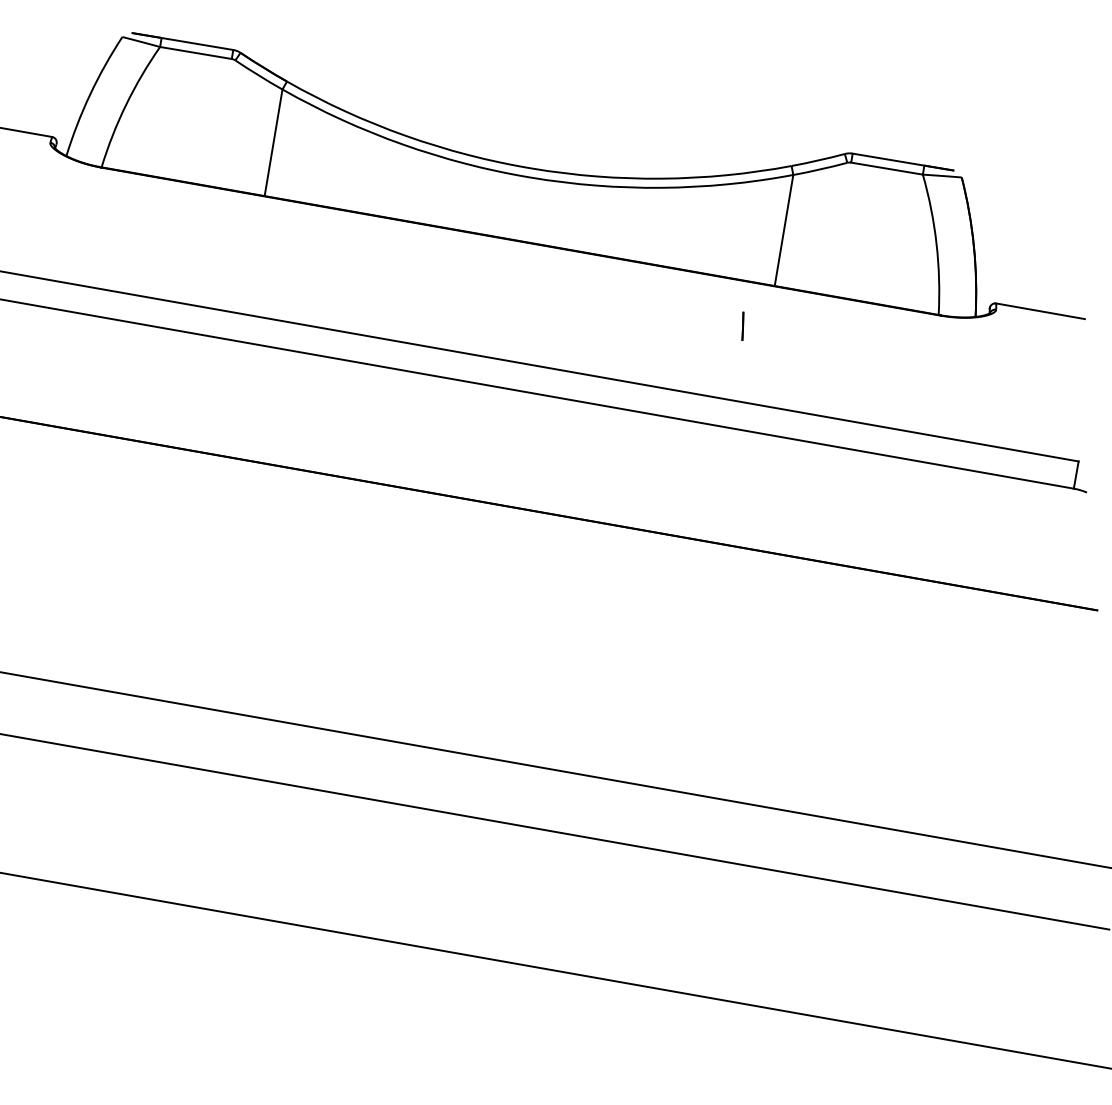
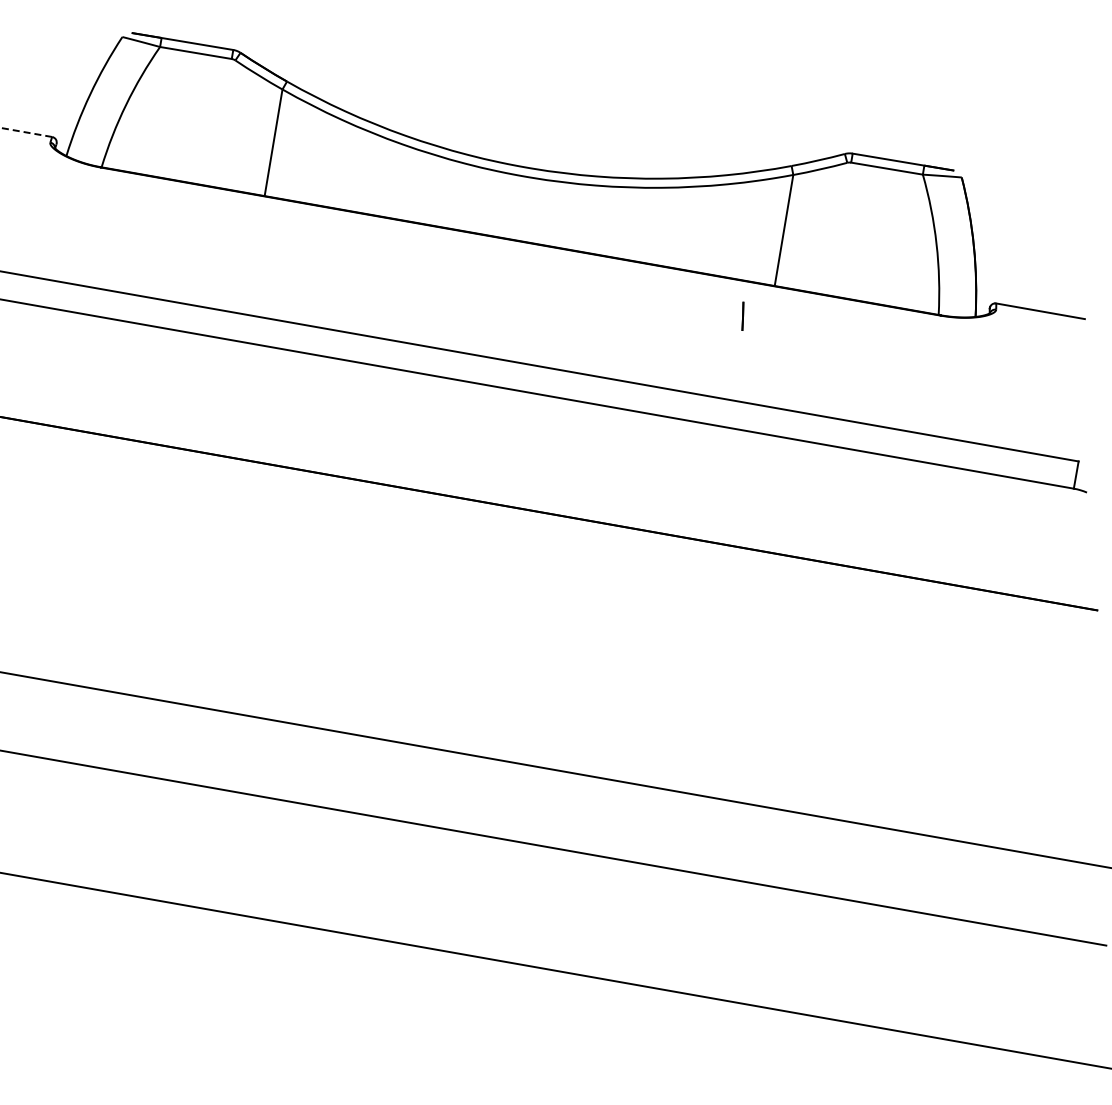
line at (25, 132): solid -> dashed
line at (742, 325) position: (742, 325) -> (742, 315)
line at (555, 831) position: (555, 831) -> (554, 847)
